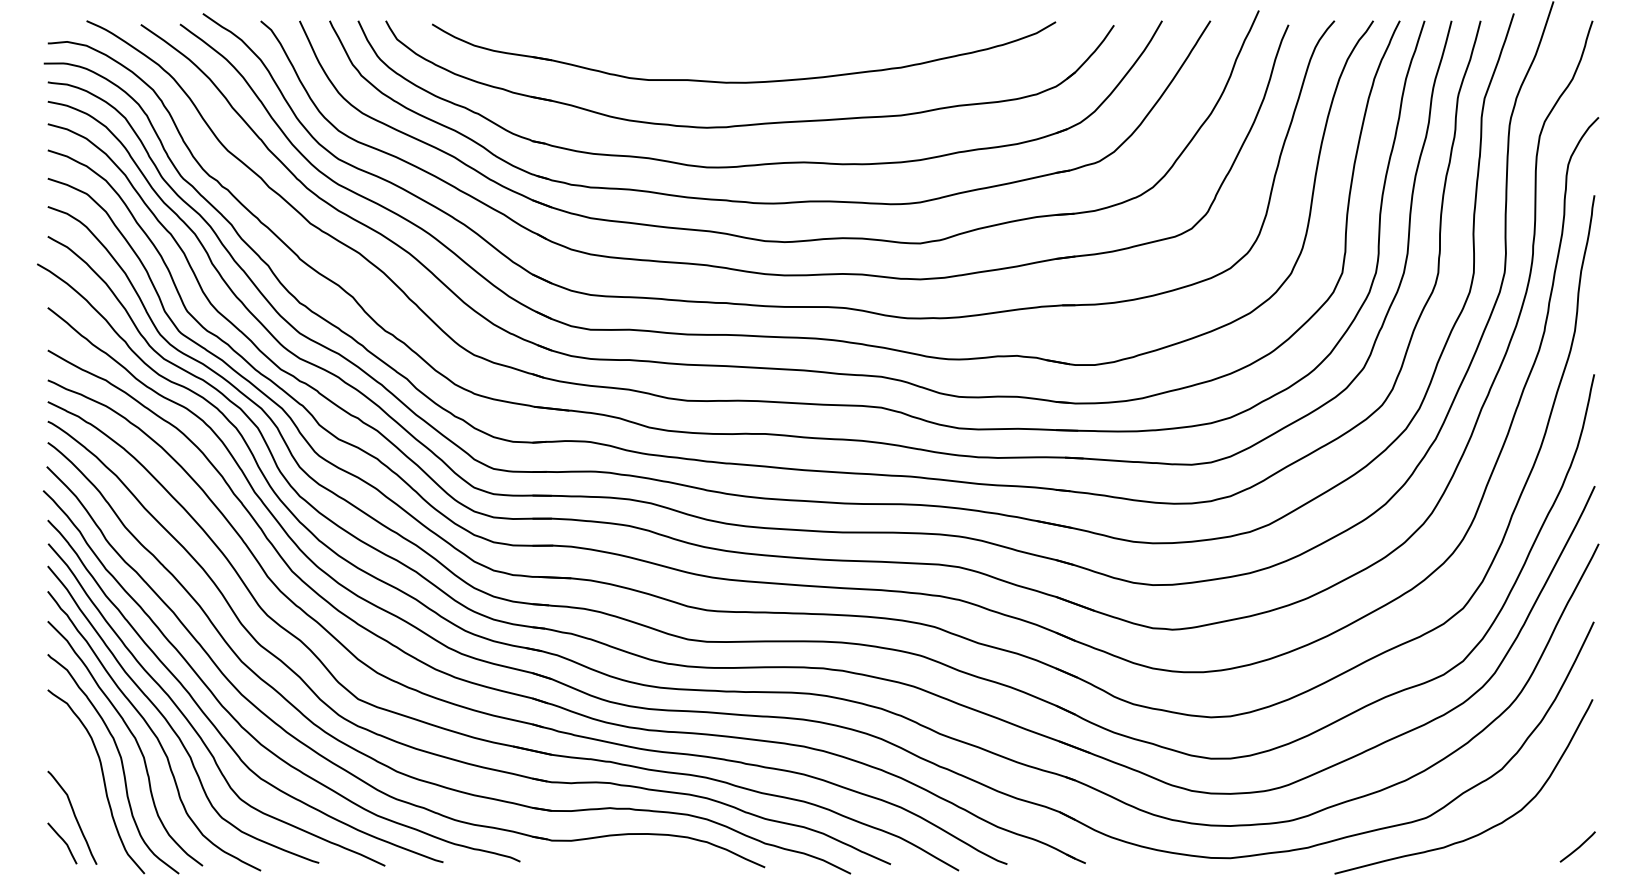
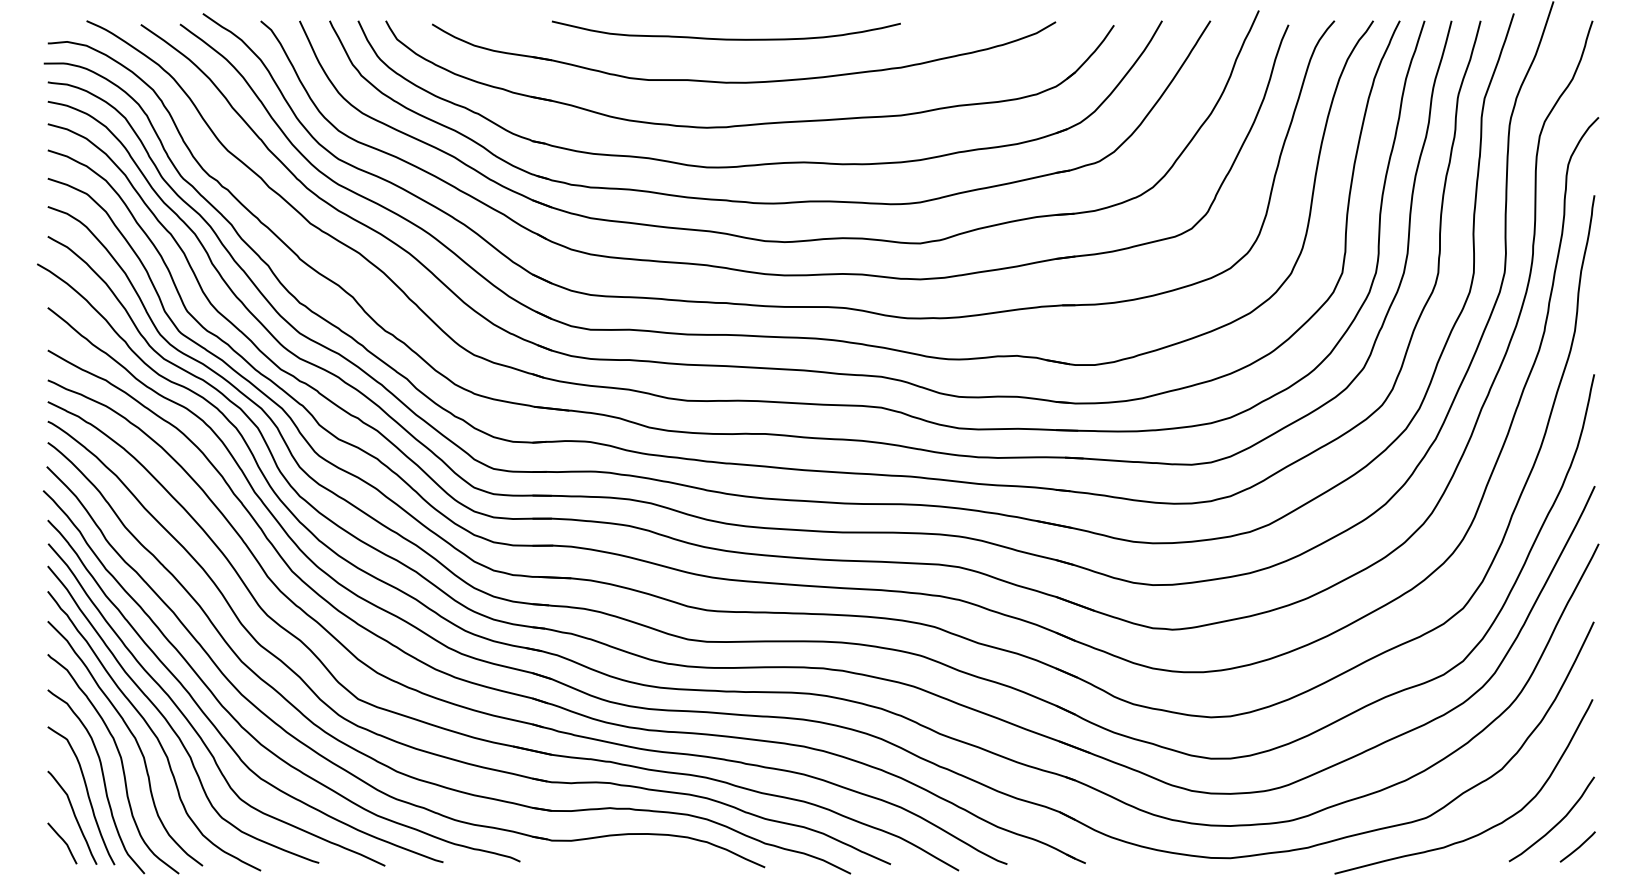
curve at (726, 38): none -> present
curve at (86, 792): none -> present
curve at (1556, 823): none -> present
